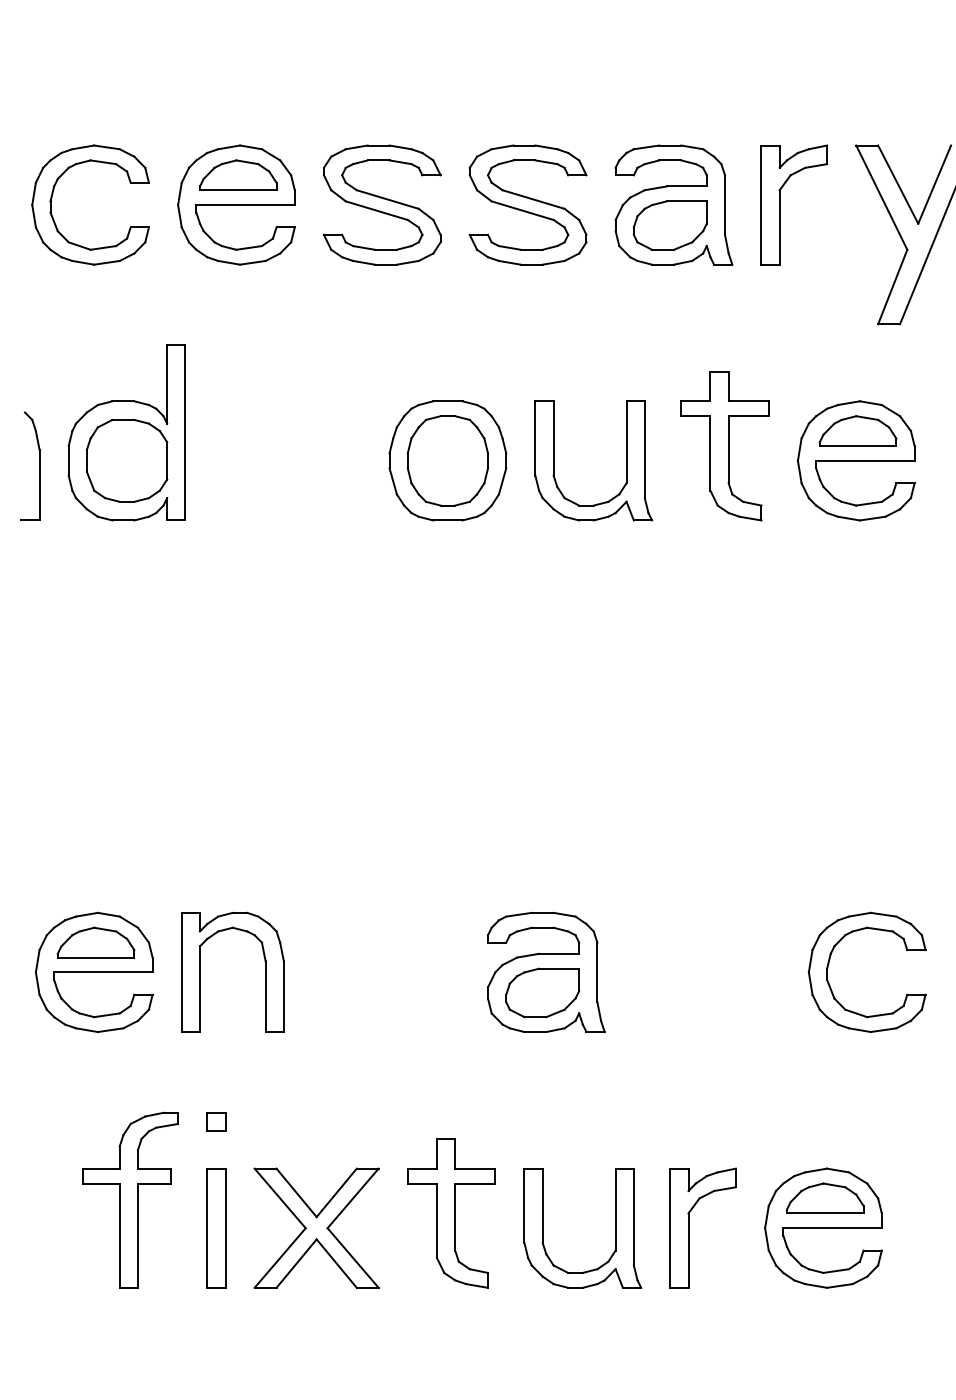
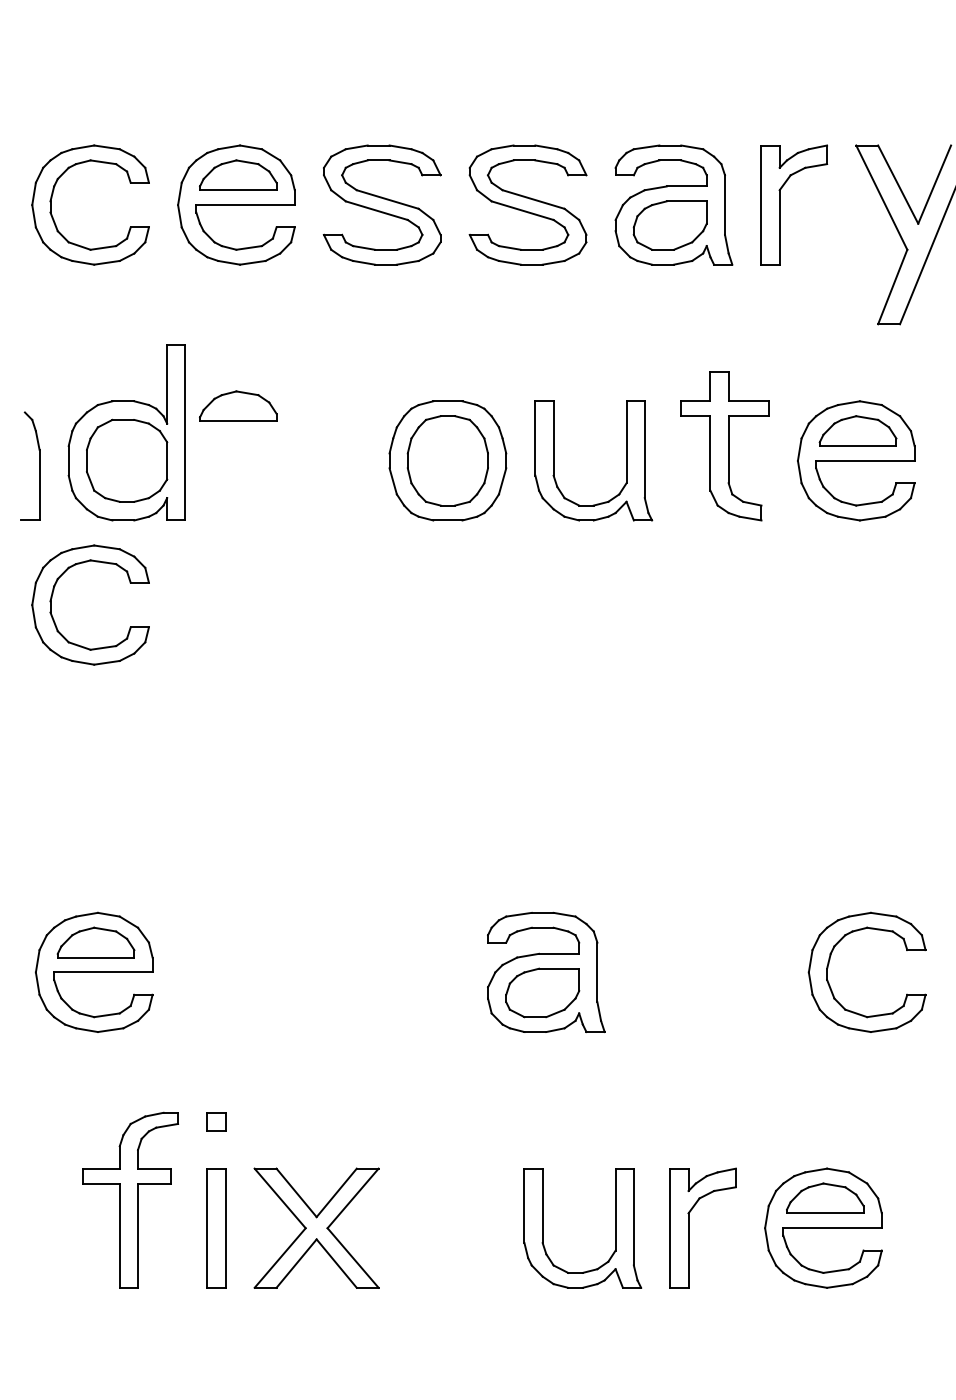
part at (238, 405): none -> present
part at (53, 594): none -> present
part at (200, 971): present -> none
part at (451, 1213): present -> none
